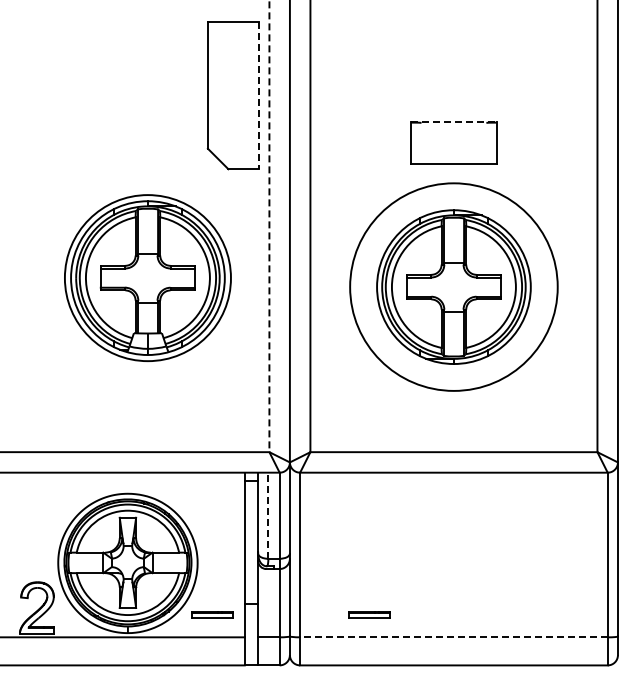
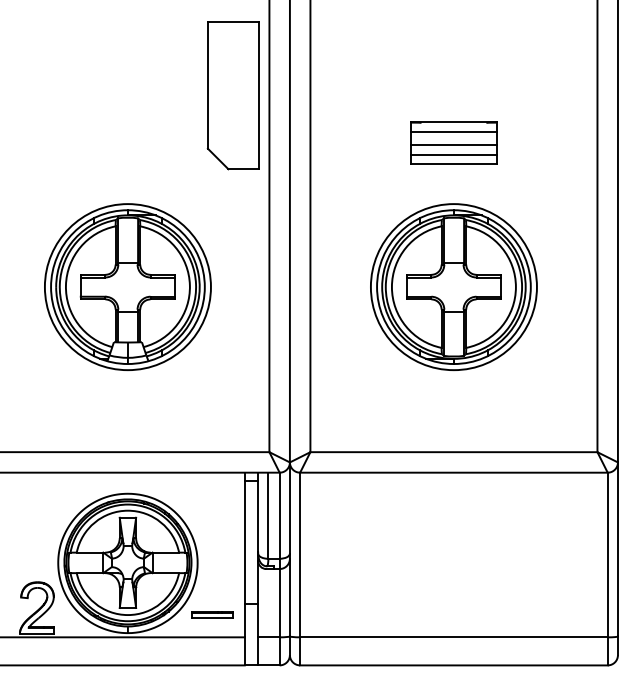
line at (259, 95): dashed -> solid
line at (454, 121): dashed -> solid
line at (453, 132): none -> present
line at (453, 144): none -> present
line at (453, 154): none -> present
line at (269, 226): dashed -> solid
part at (147, 277) position: (147, 277) -> (127, 286)
circle at (453, 286) diameter: 208 px -> 166 px
line at (268, 515): dashed -> solid
part at (369, 614): present -> none
line at (453, 637): dashed -> solid
